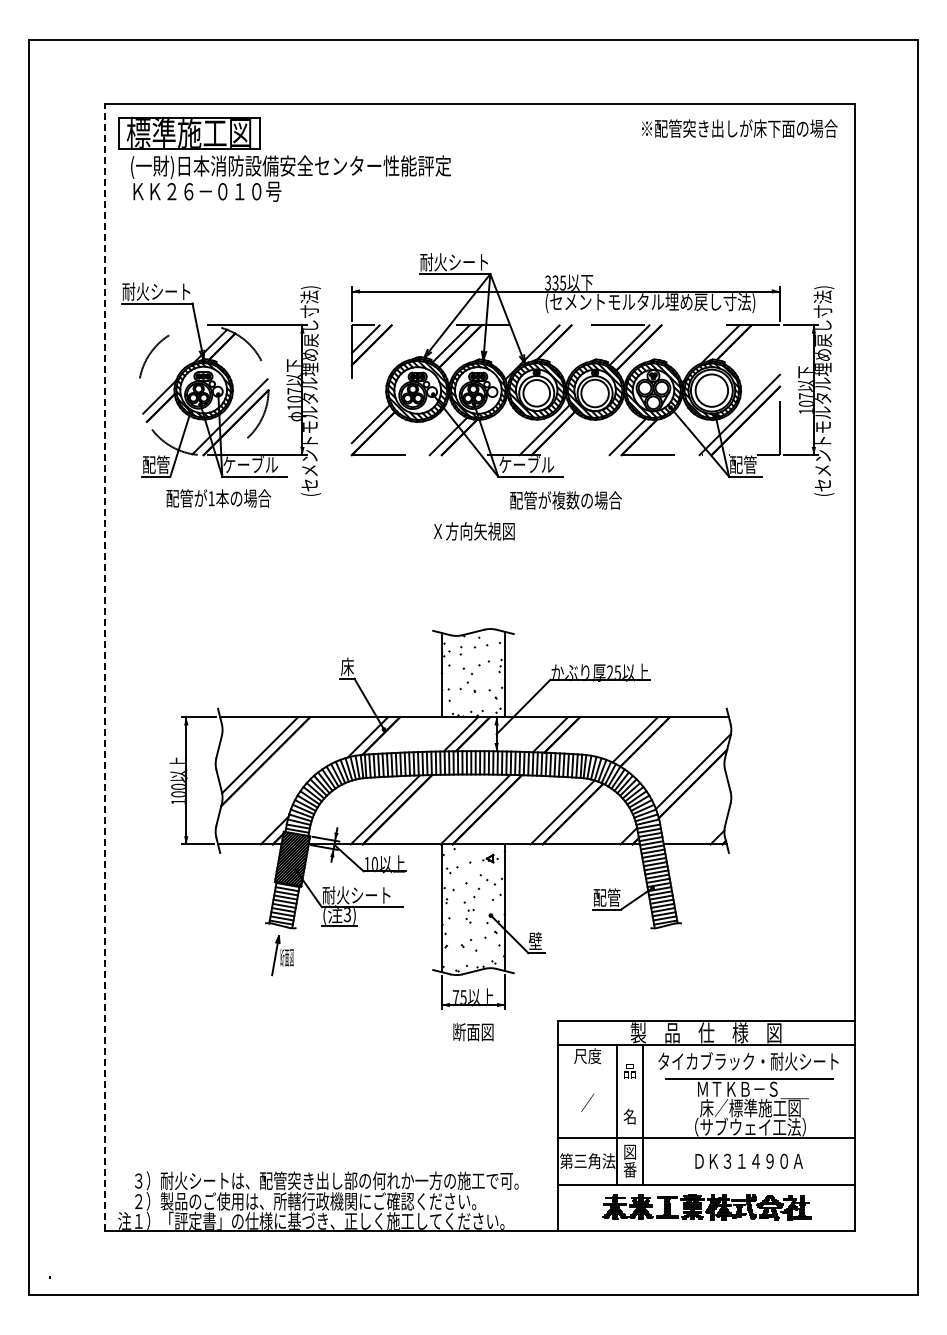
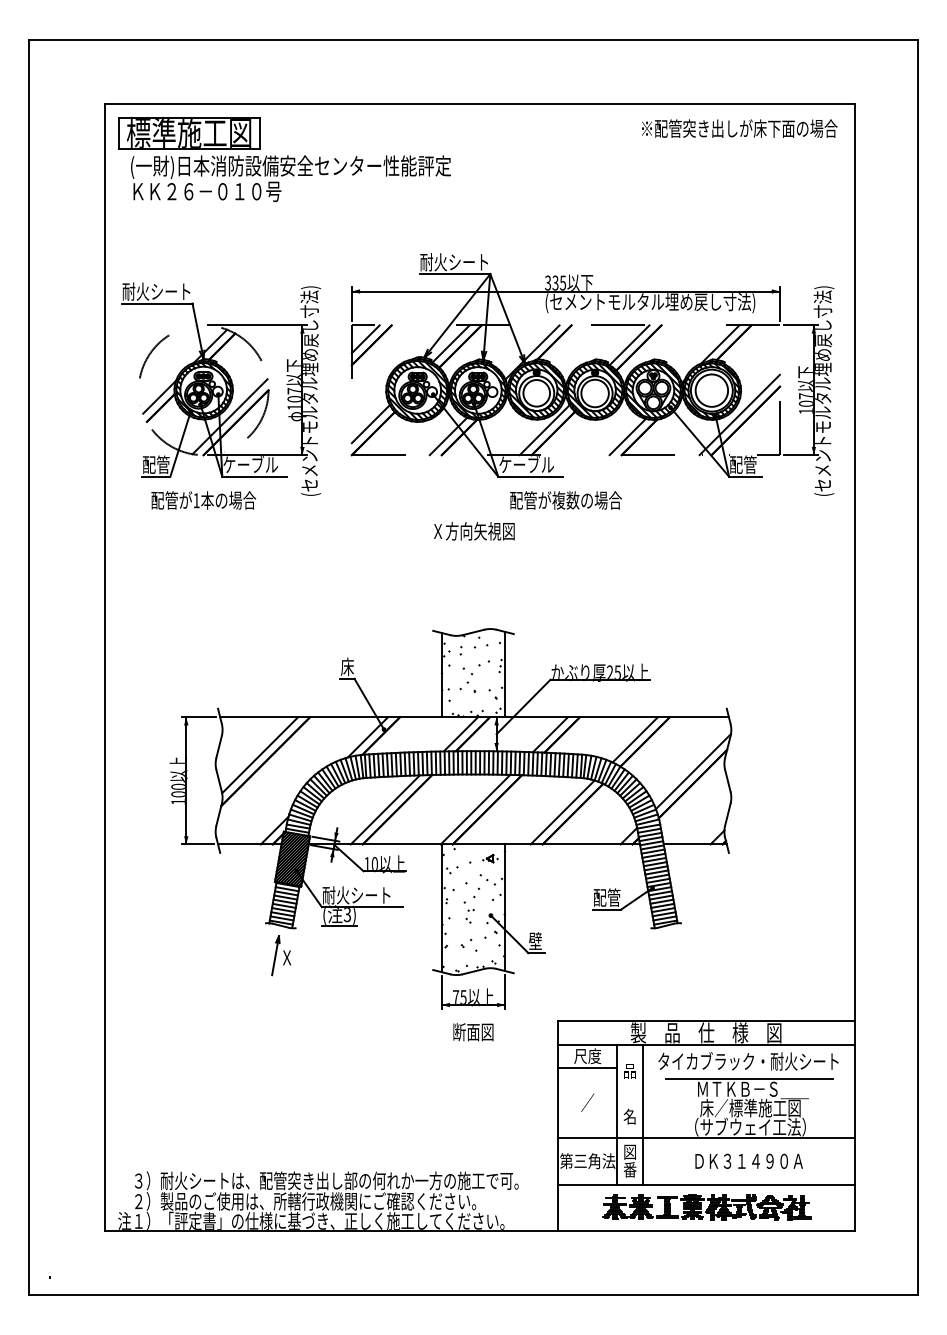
text at (218, 498) position: (218, 498) -> (203, 500)
line at (104, 667): dashed -> solid
text at (286, 957): 断面図 -> Ｘ
line at (587, 1068): none -> present
